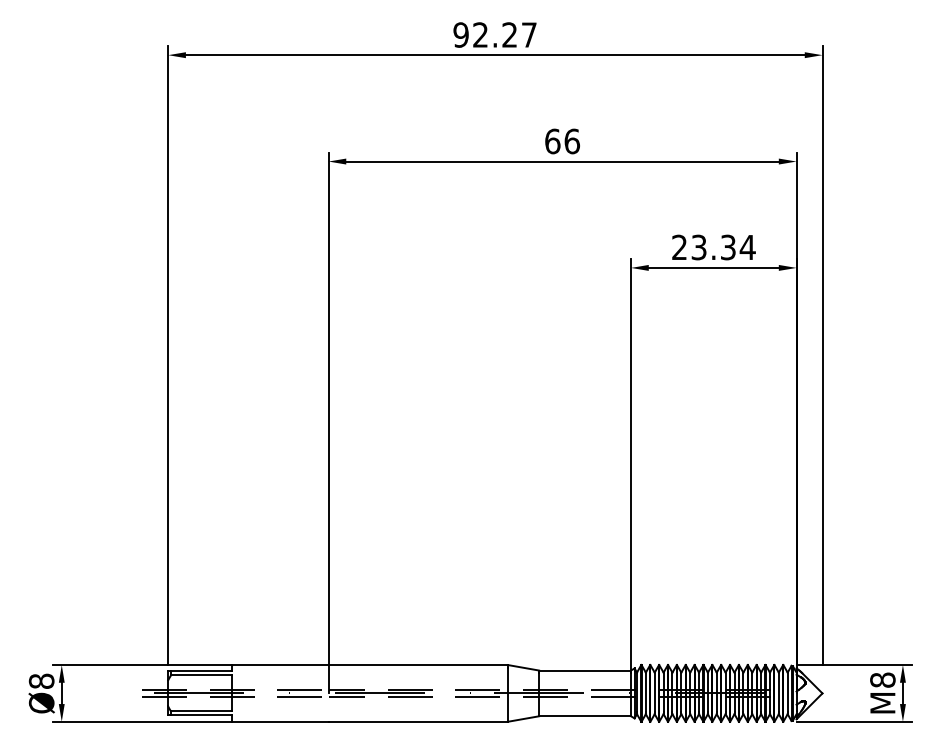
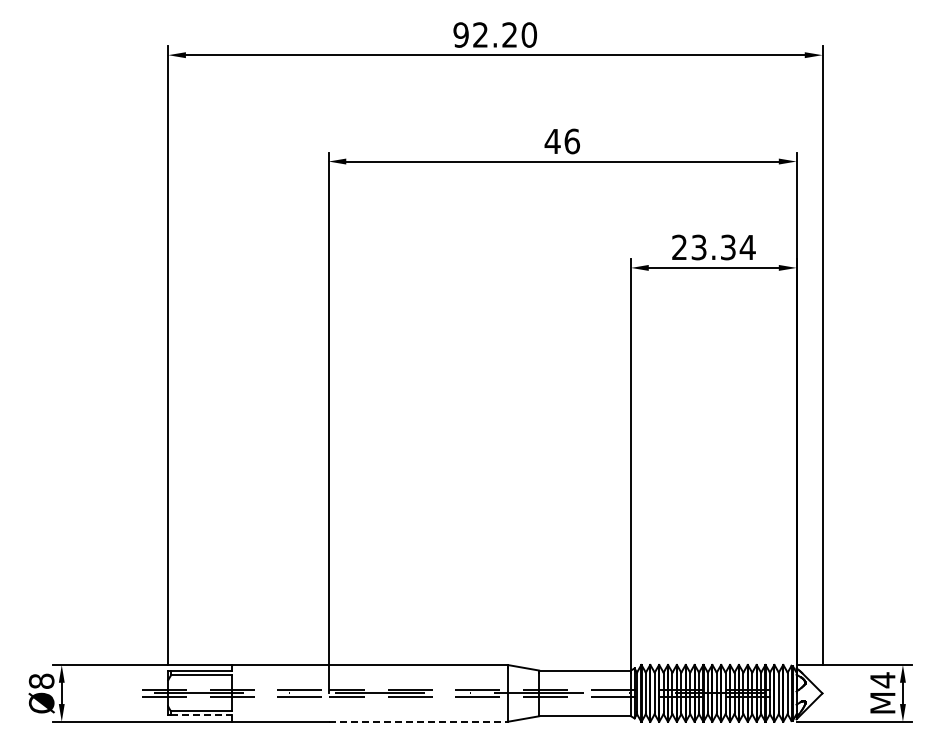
text at (529, 34): 92.27 -> 92.20
text at (552, 141): 66 -> 46
text at (882, 680): M8 -> M4
line at (201, 715): solid -> dashed
line at (418, 721): solid -> dashed
